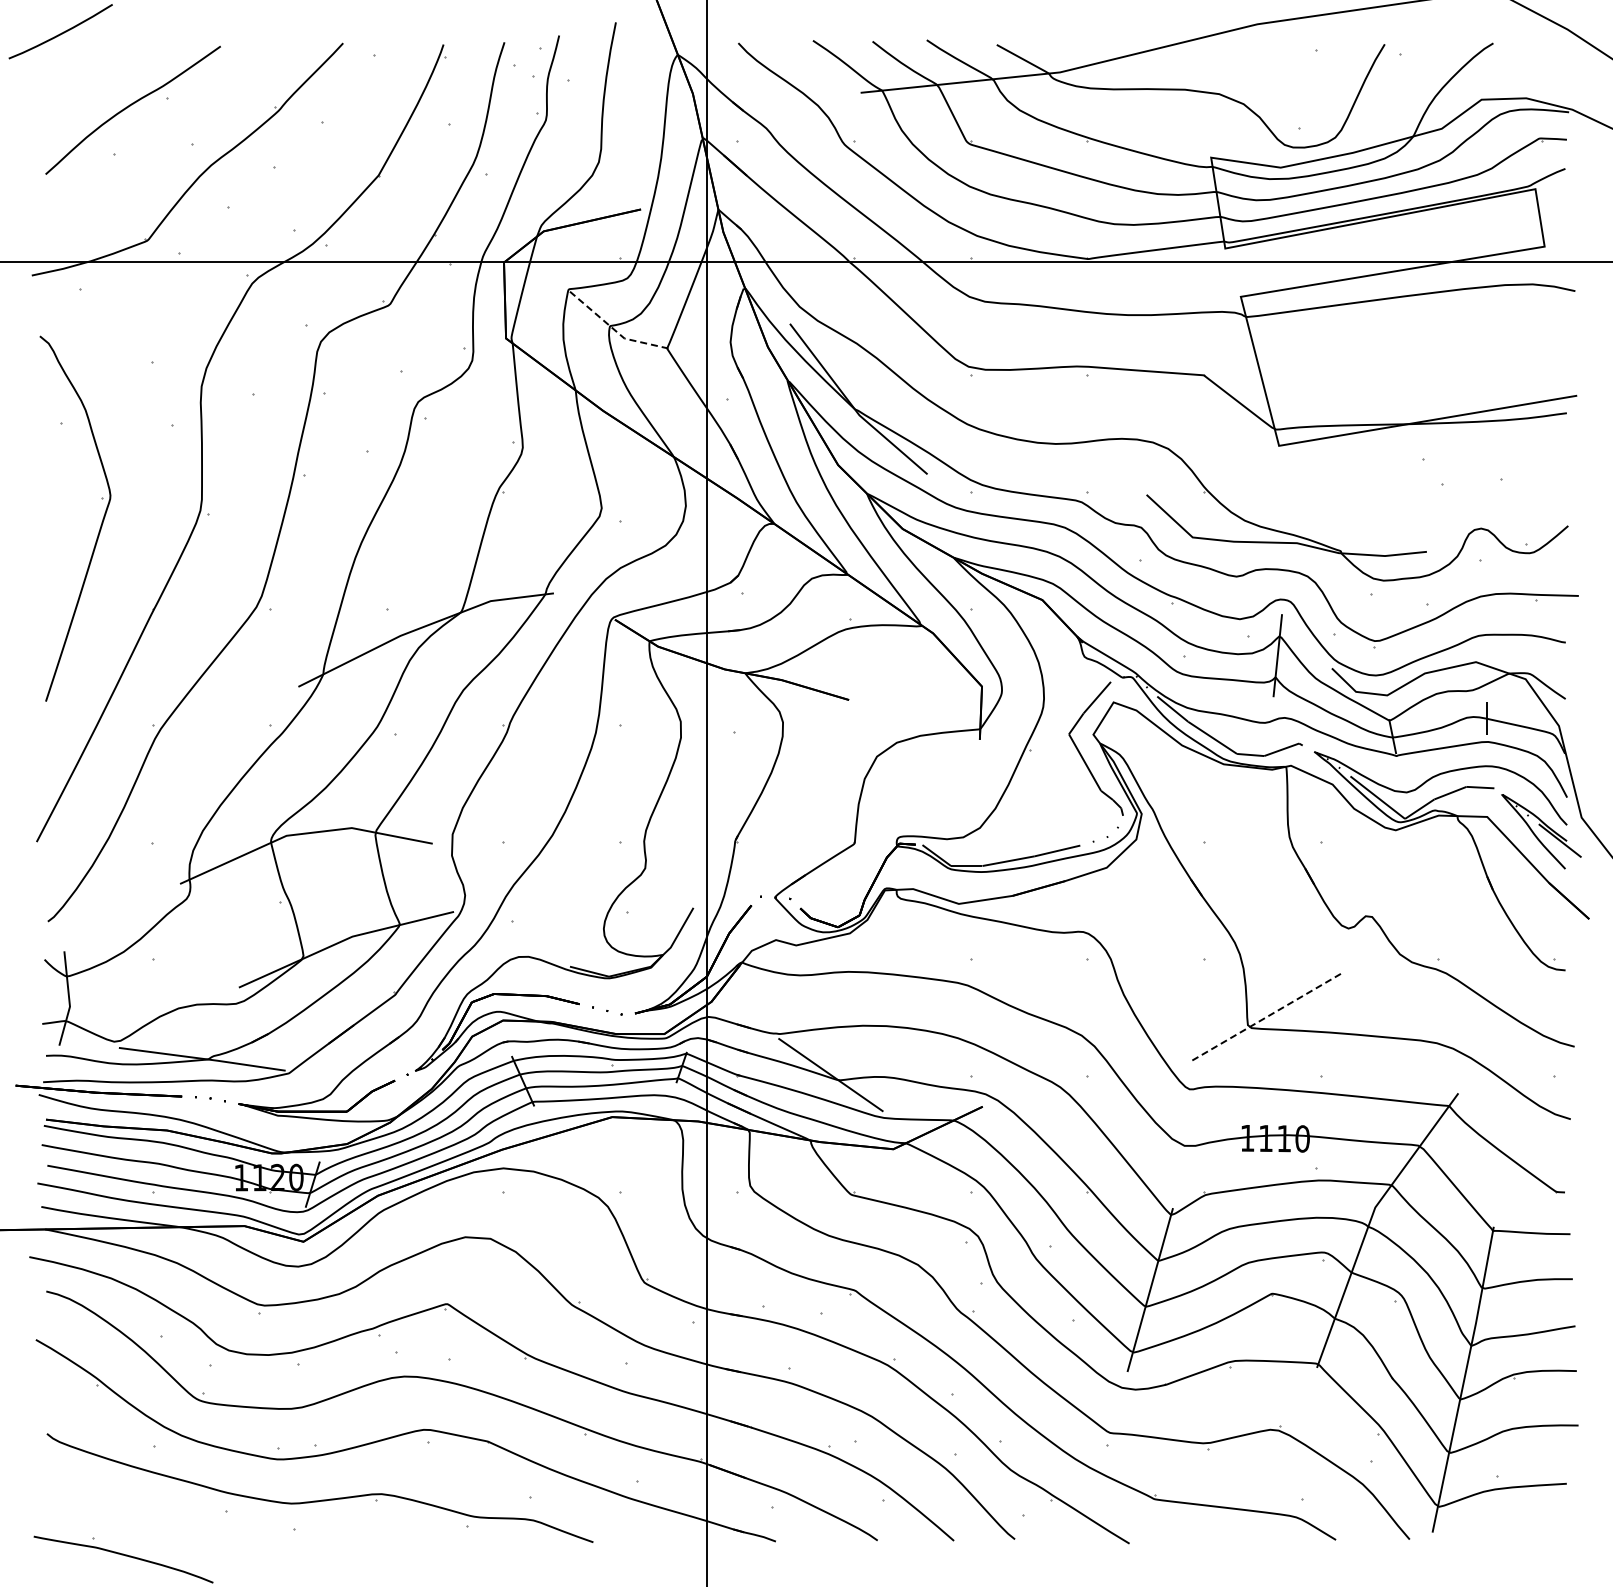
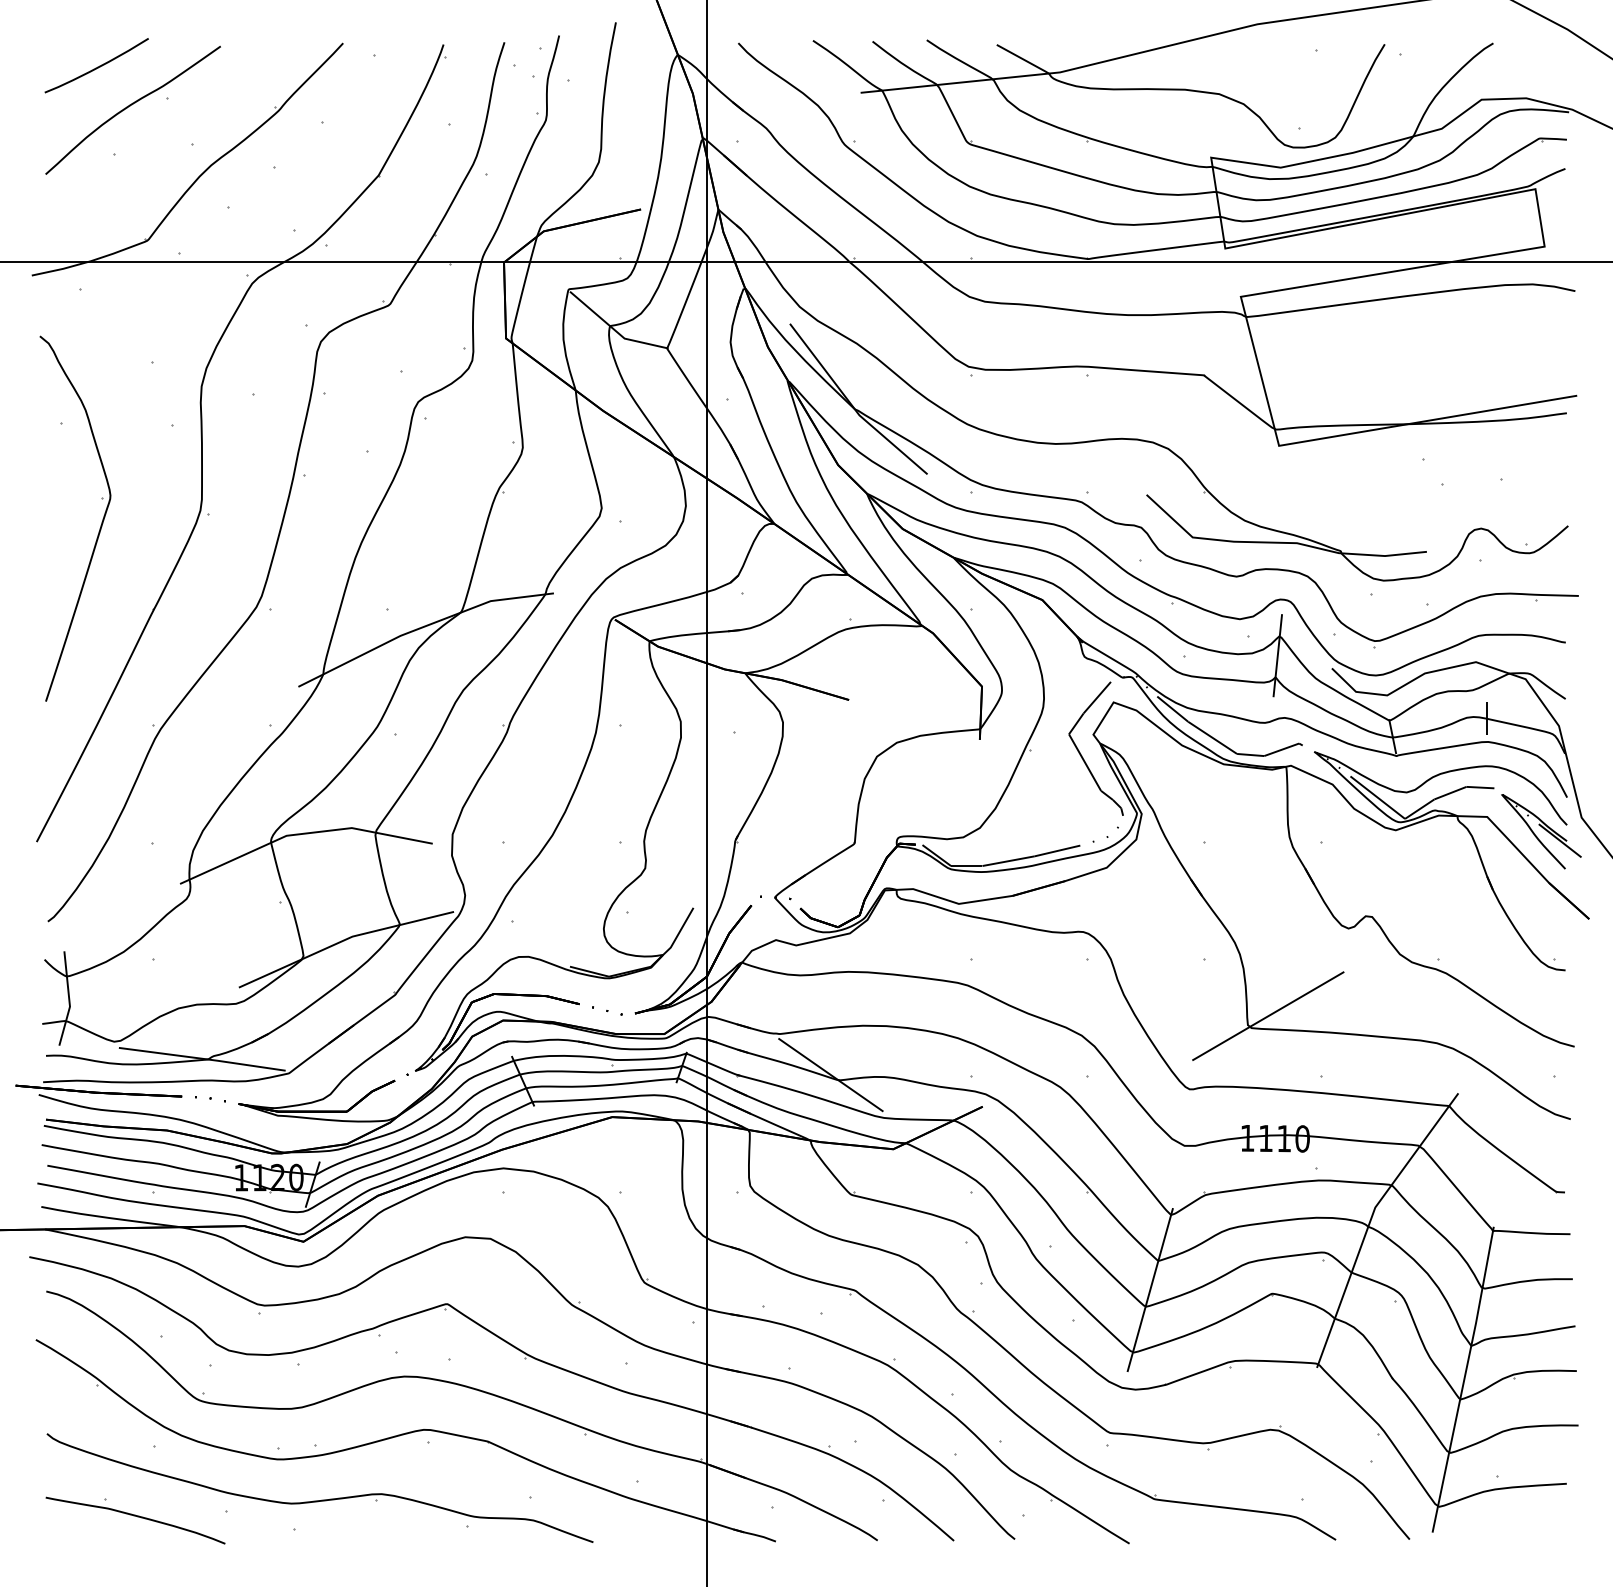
curve at (61, 32) position: (61, 32) -> (97, 66)
line at (615, 330): dashed -> solid
line at (1268, 1016): dashed -> solid
part at (123, 1559) position: (123, 1559) -> (135, 1520)
